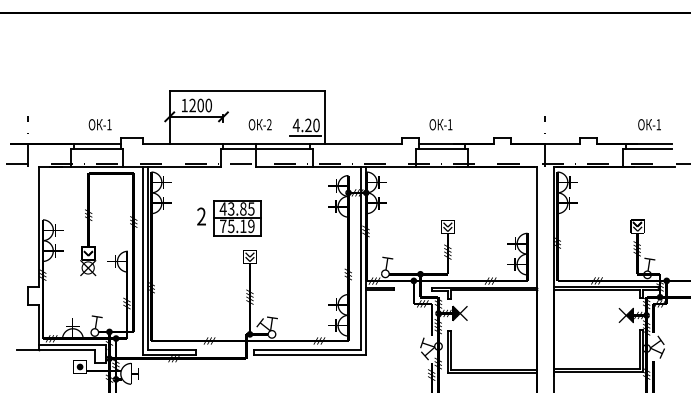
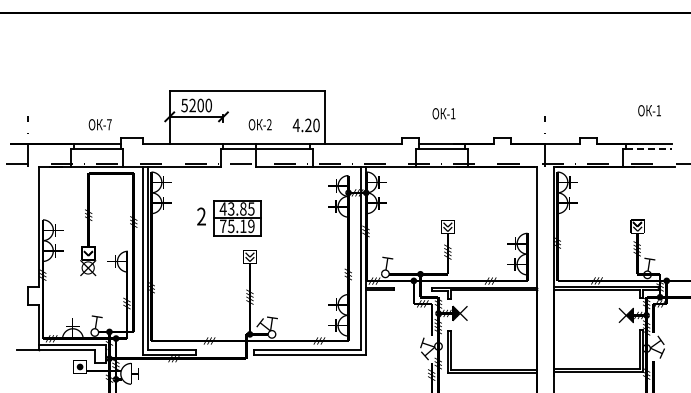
text at (184, 105): 1200 -> 5200
text at (109, 124): -1 -> -7
text at (440, 124) position: (440, 124) -> (443, 113)
text at (649, 124) position: (649, 124) -> (649, 110)
line at (304, 136): present -> none
line at (649, 149): solid -> dashed
